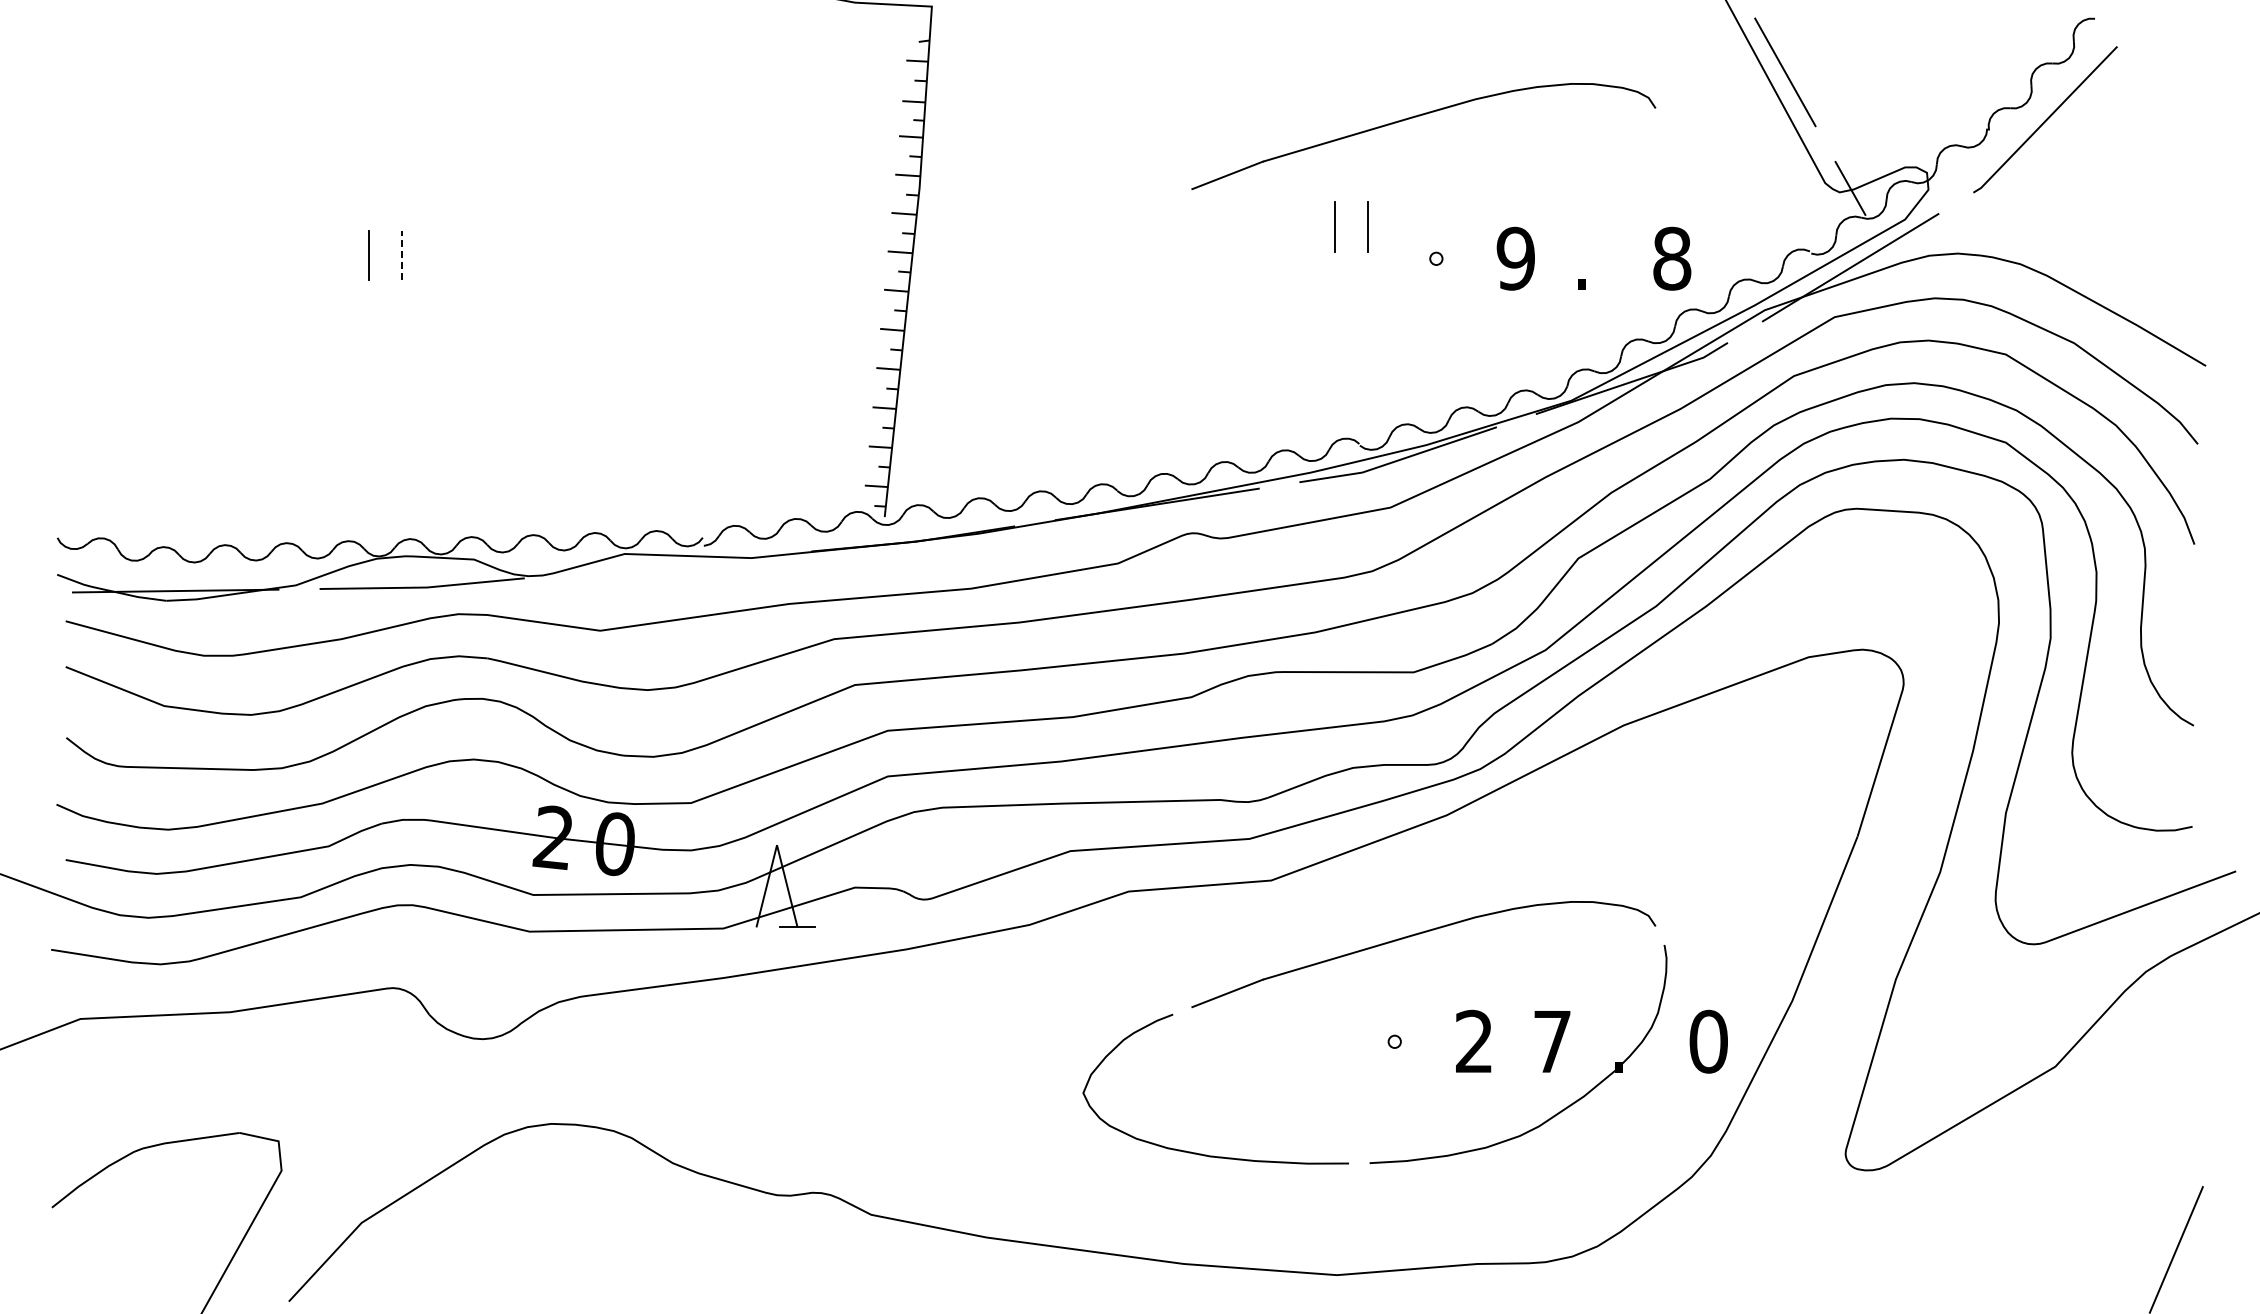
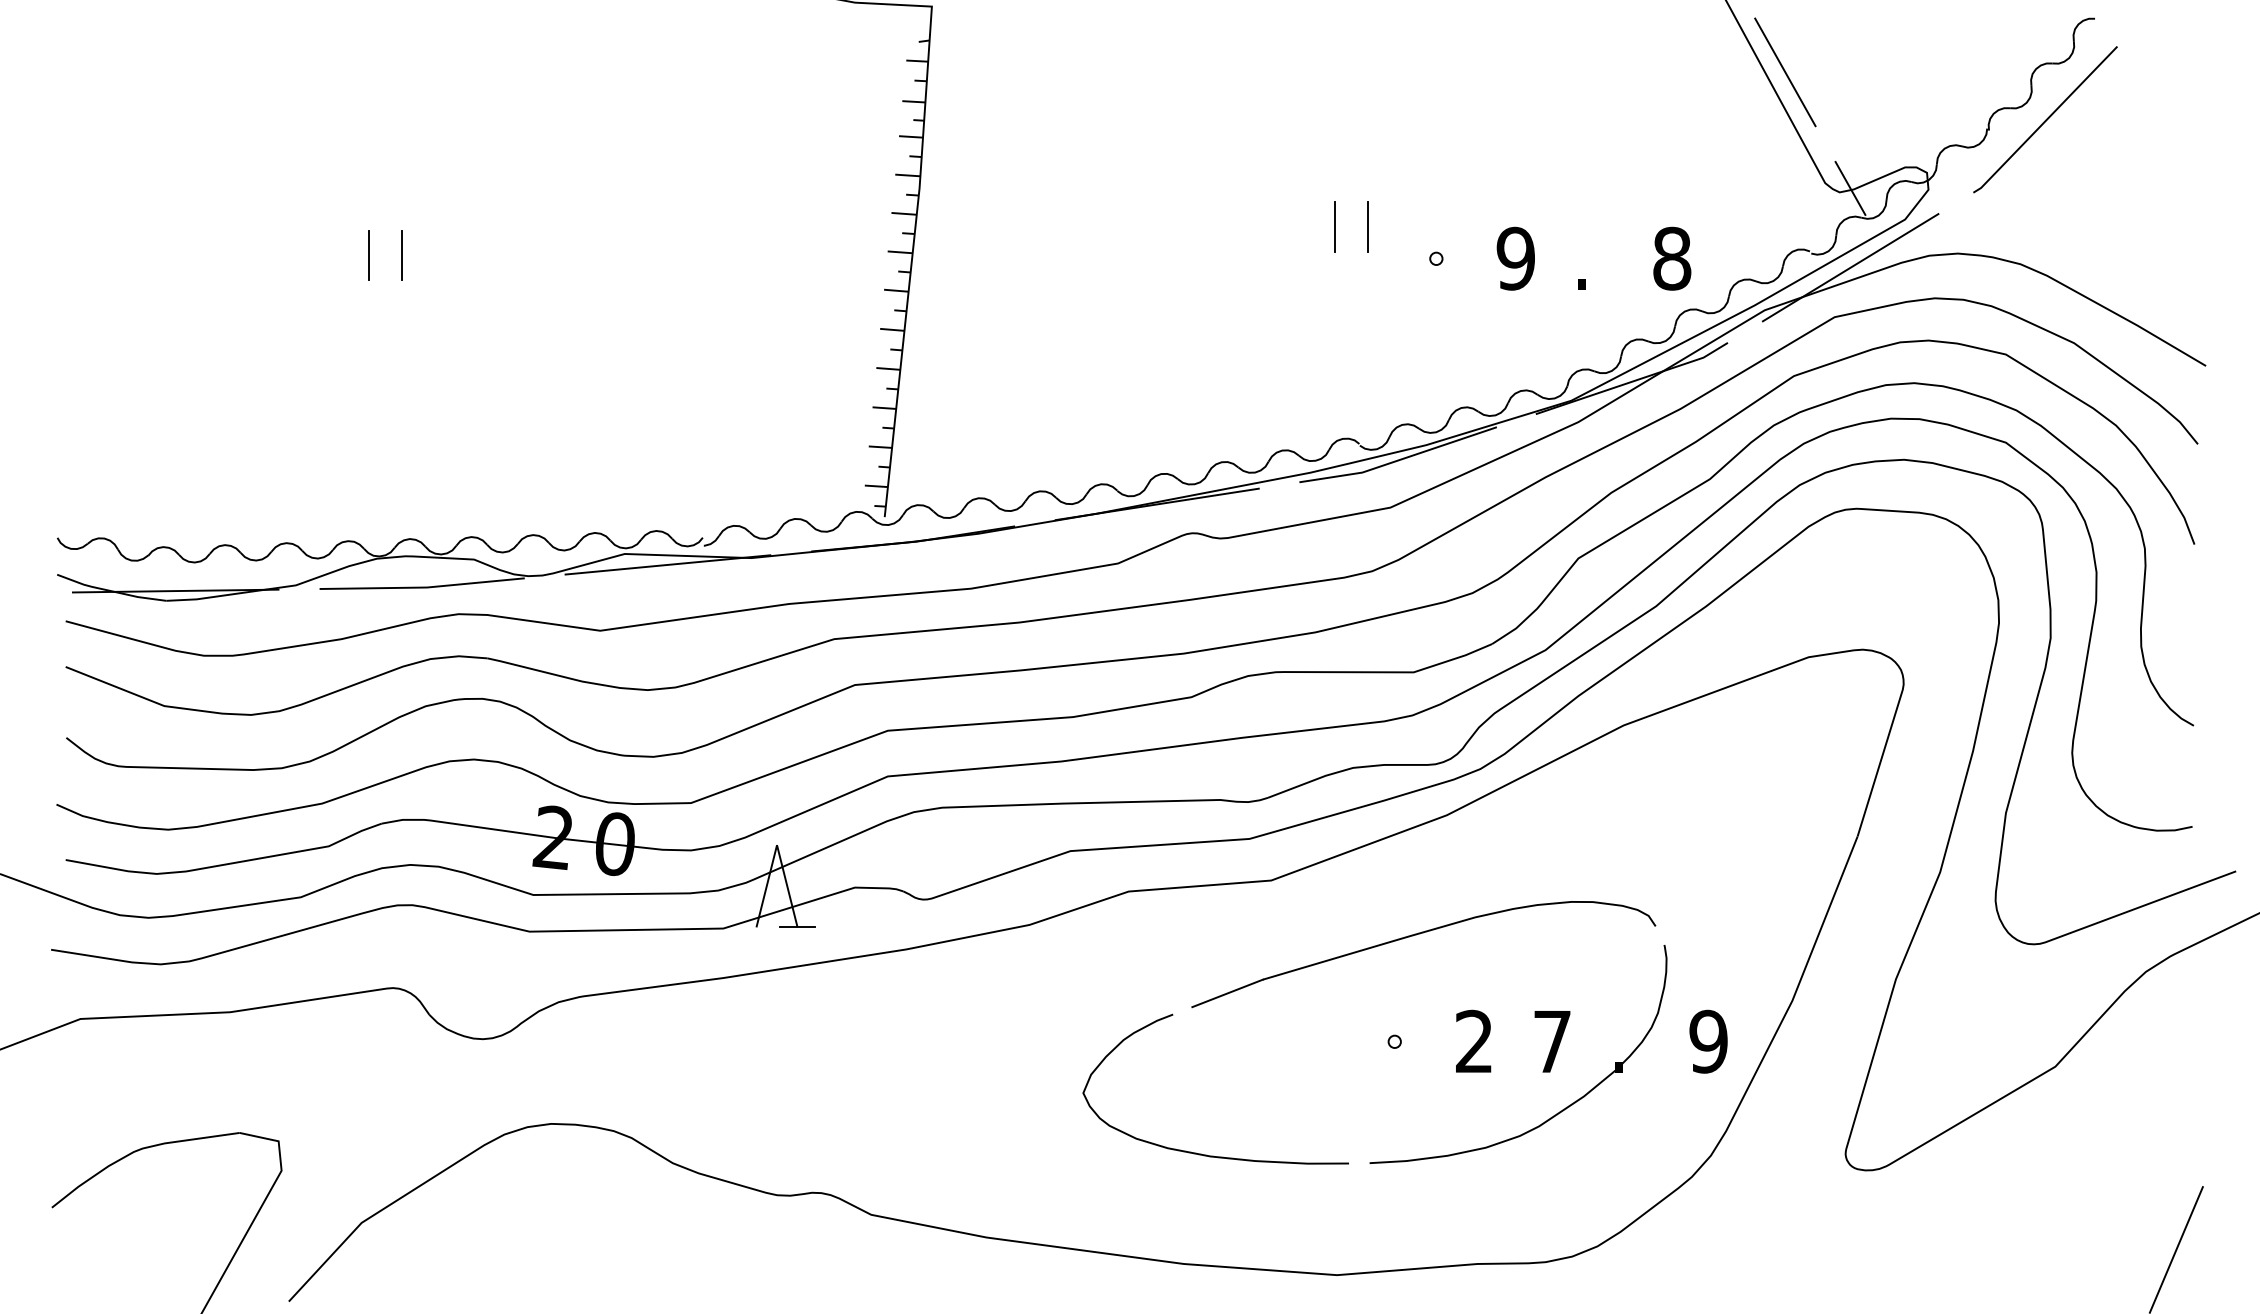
part at (1420, 116): present -> none
line at (401, 255): dashed -> solid
line at (667, 564): none -> present
text at (1708, 1041): 0 -> 9
